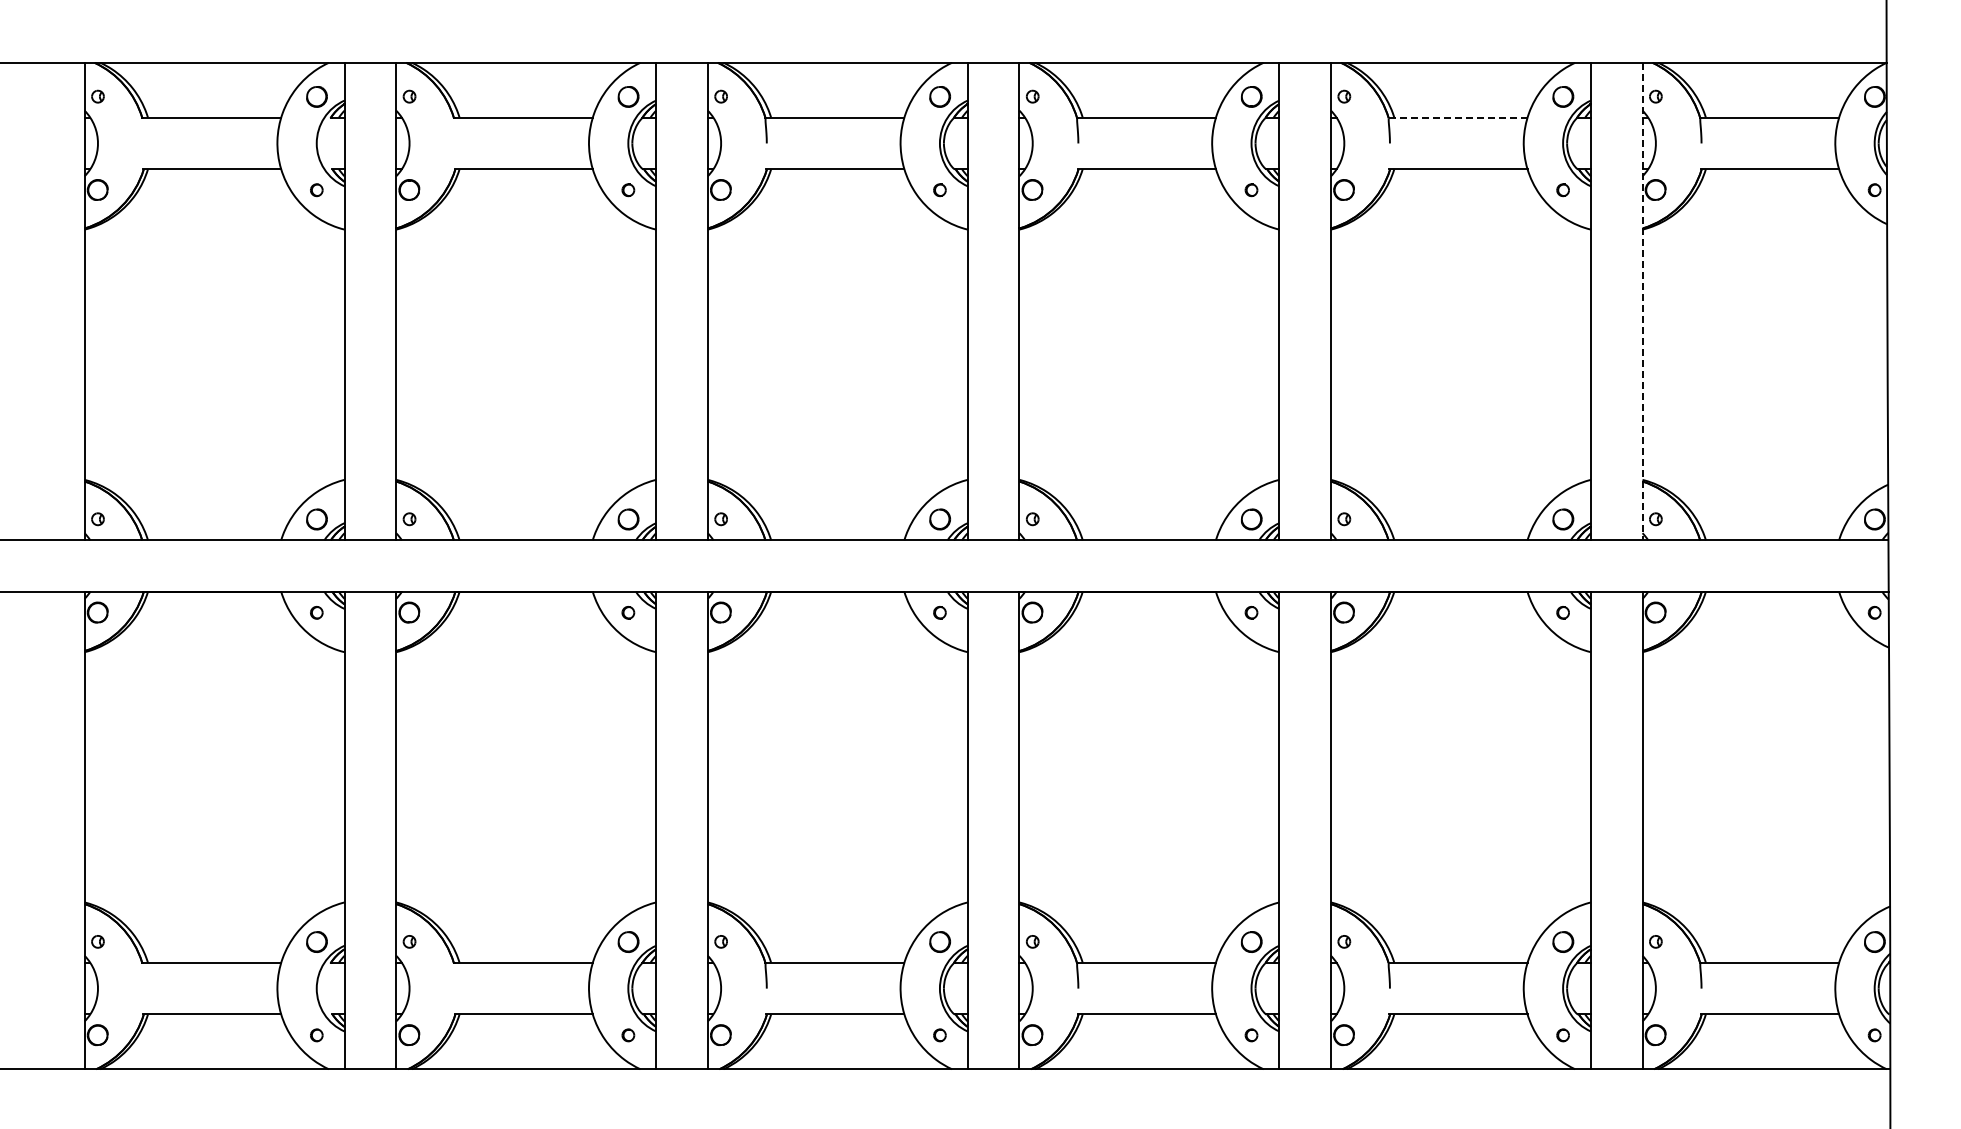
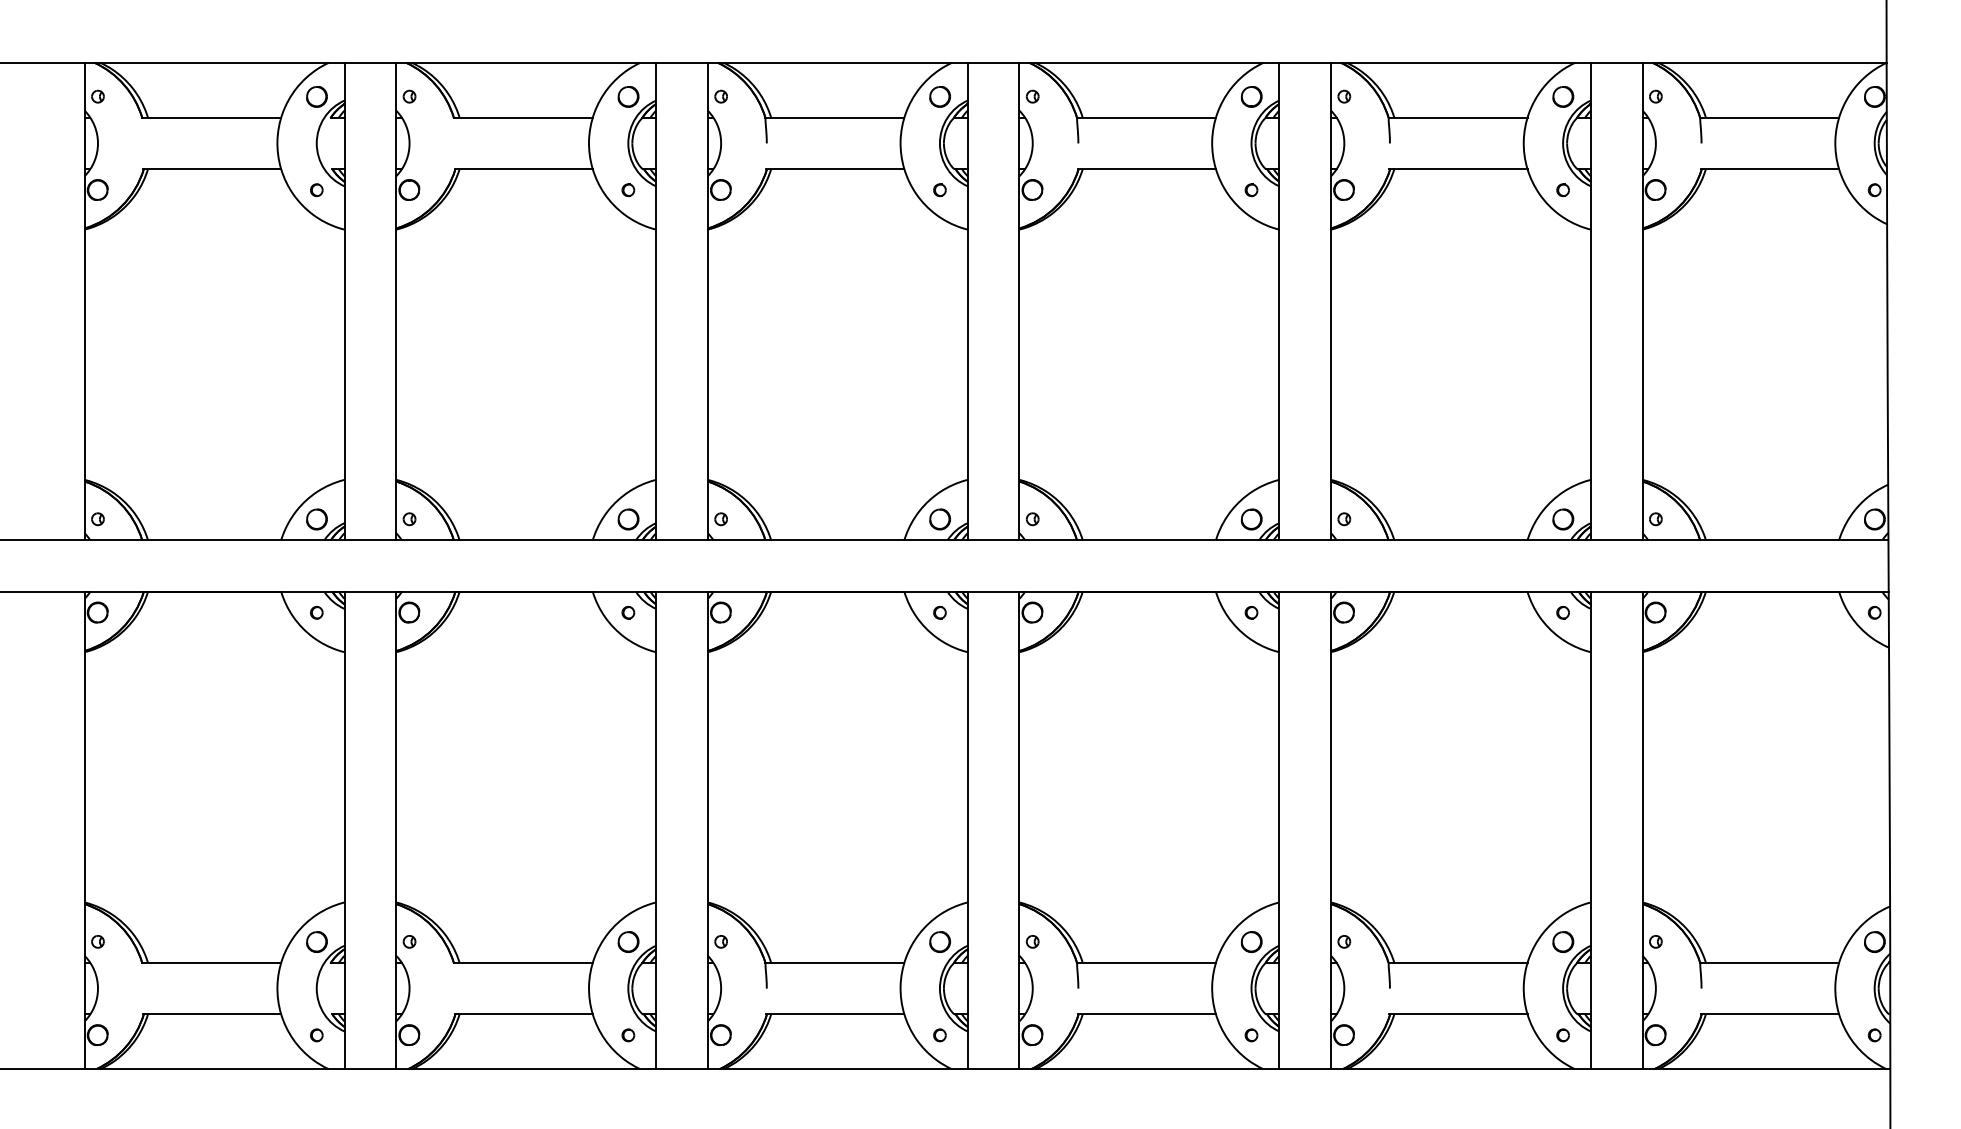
line at (1458, 117): dashed -> solid
line at (1642, 301): dashed -> solid
